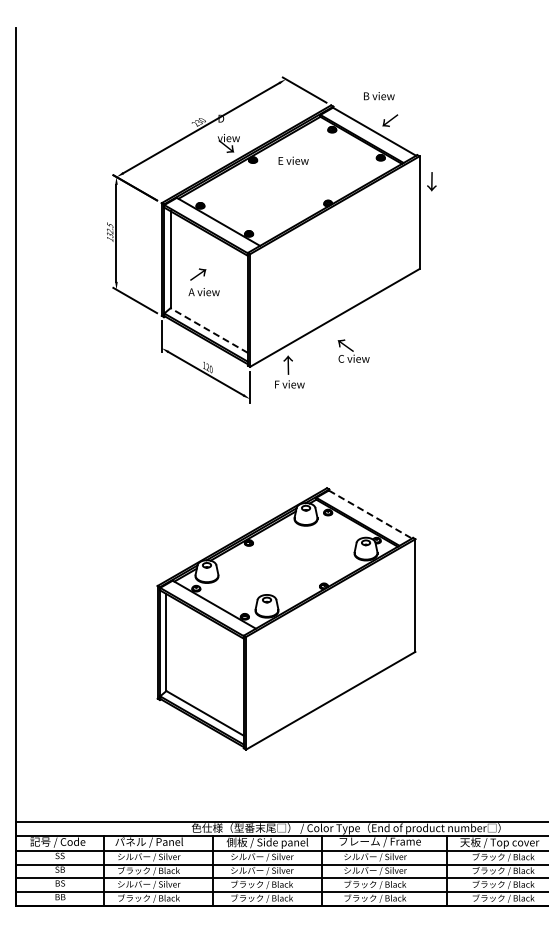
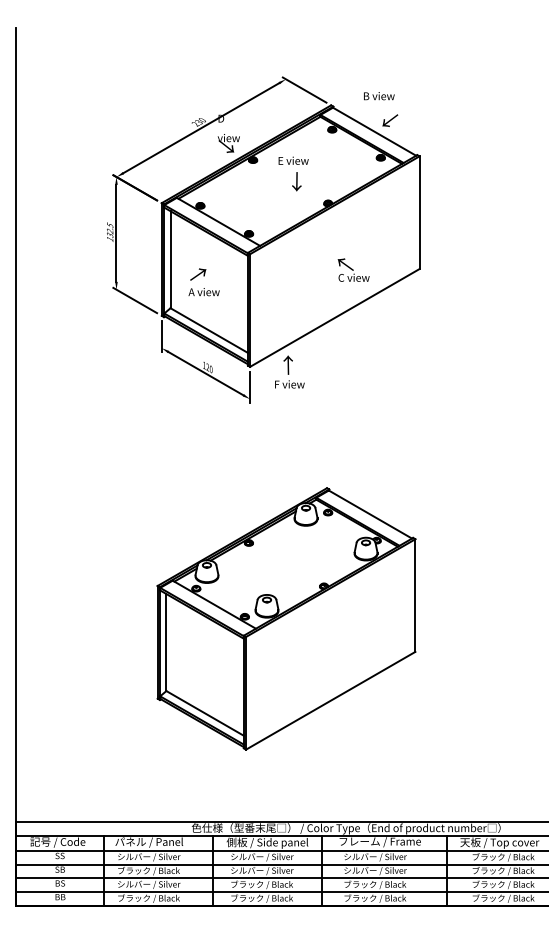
text at (431, 181) position: (431, 181) -> (296, 181)
line at (209, 330): dashed -> solid
text at (353, 350) position: (353, 350) -> (353, 269)
line at (370, 514): dashed -> solid
